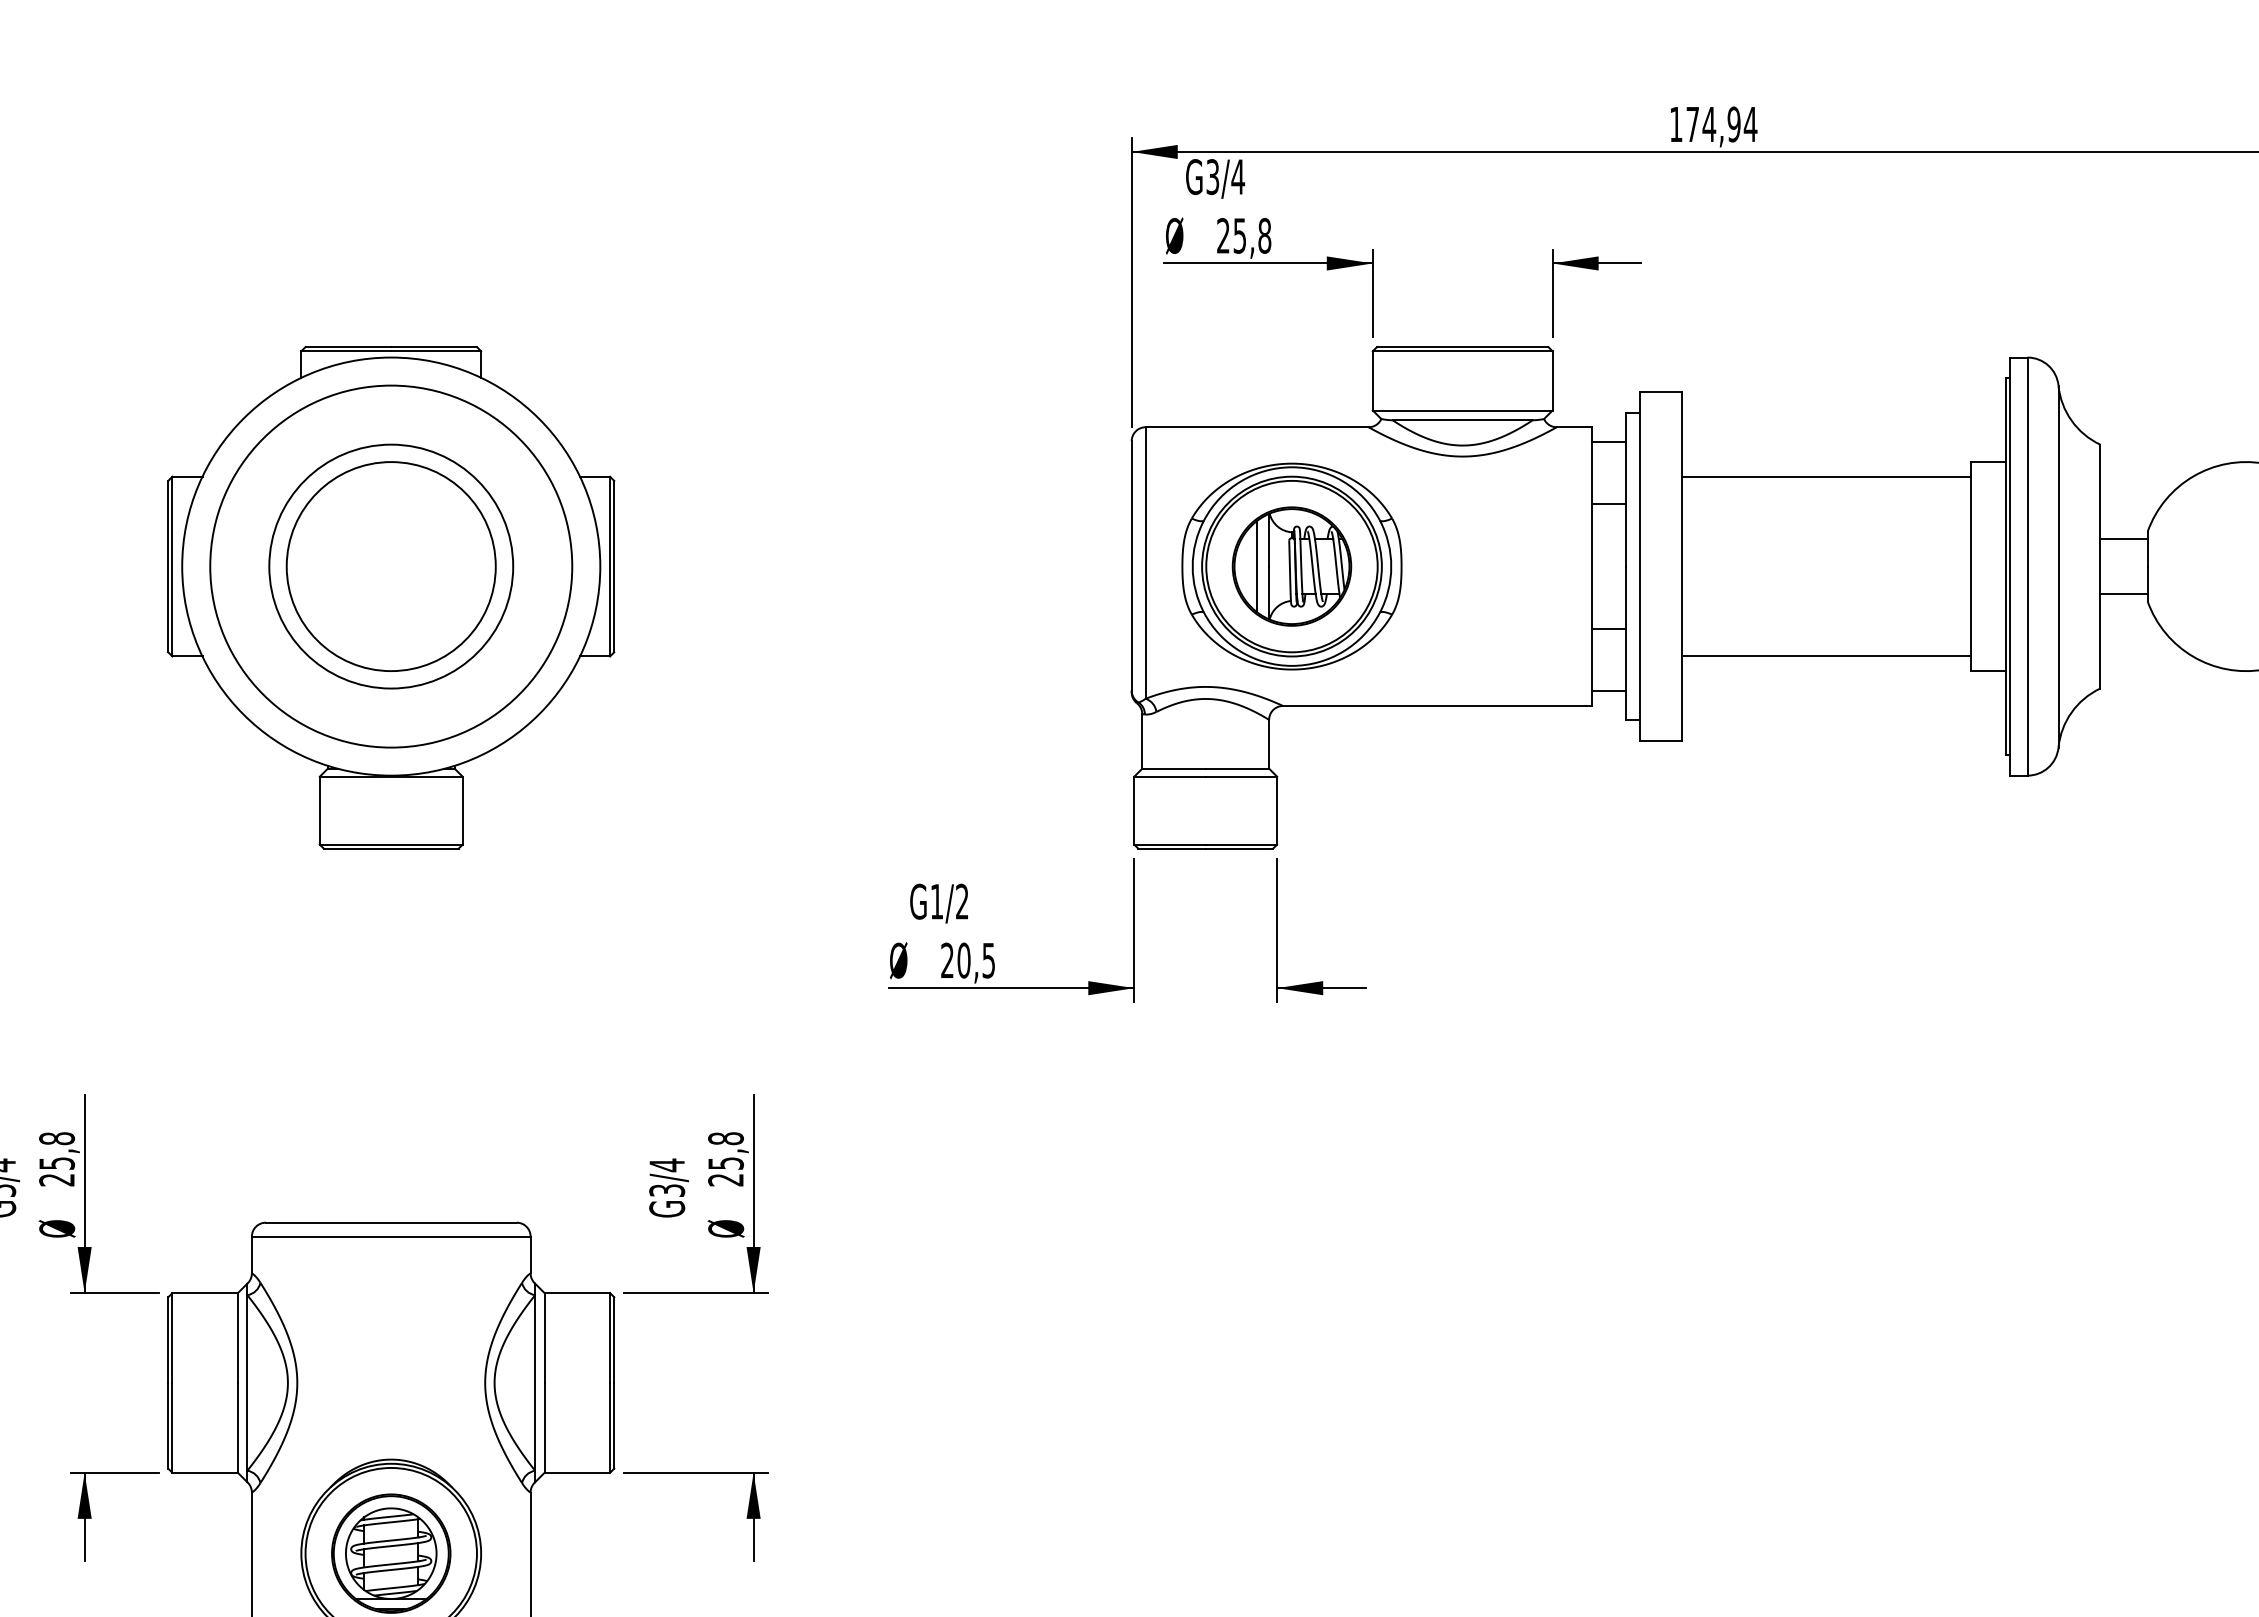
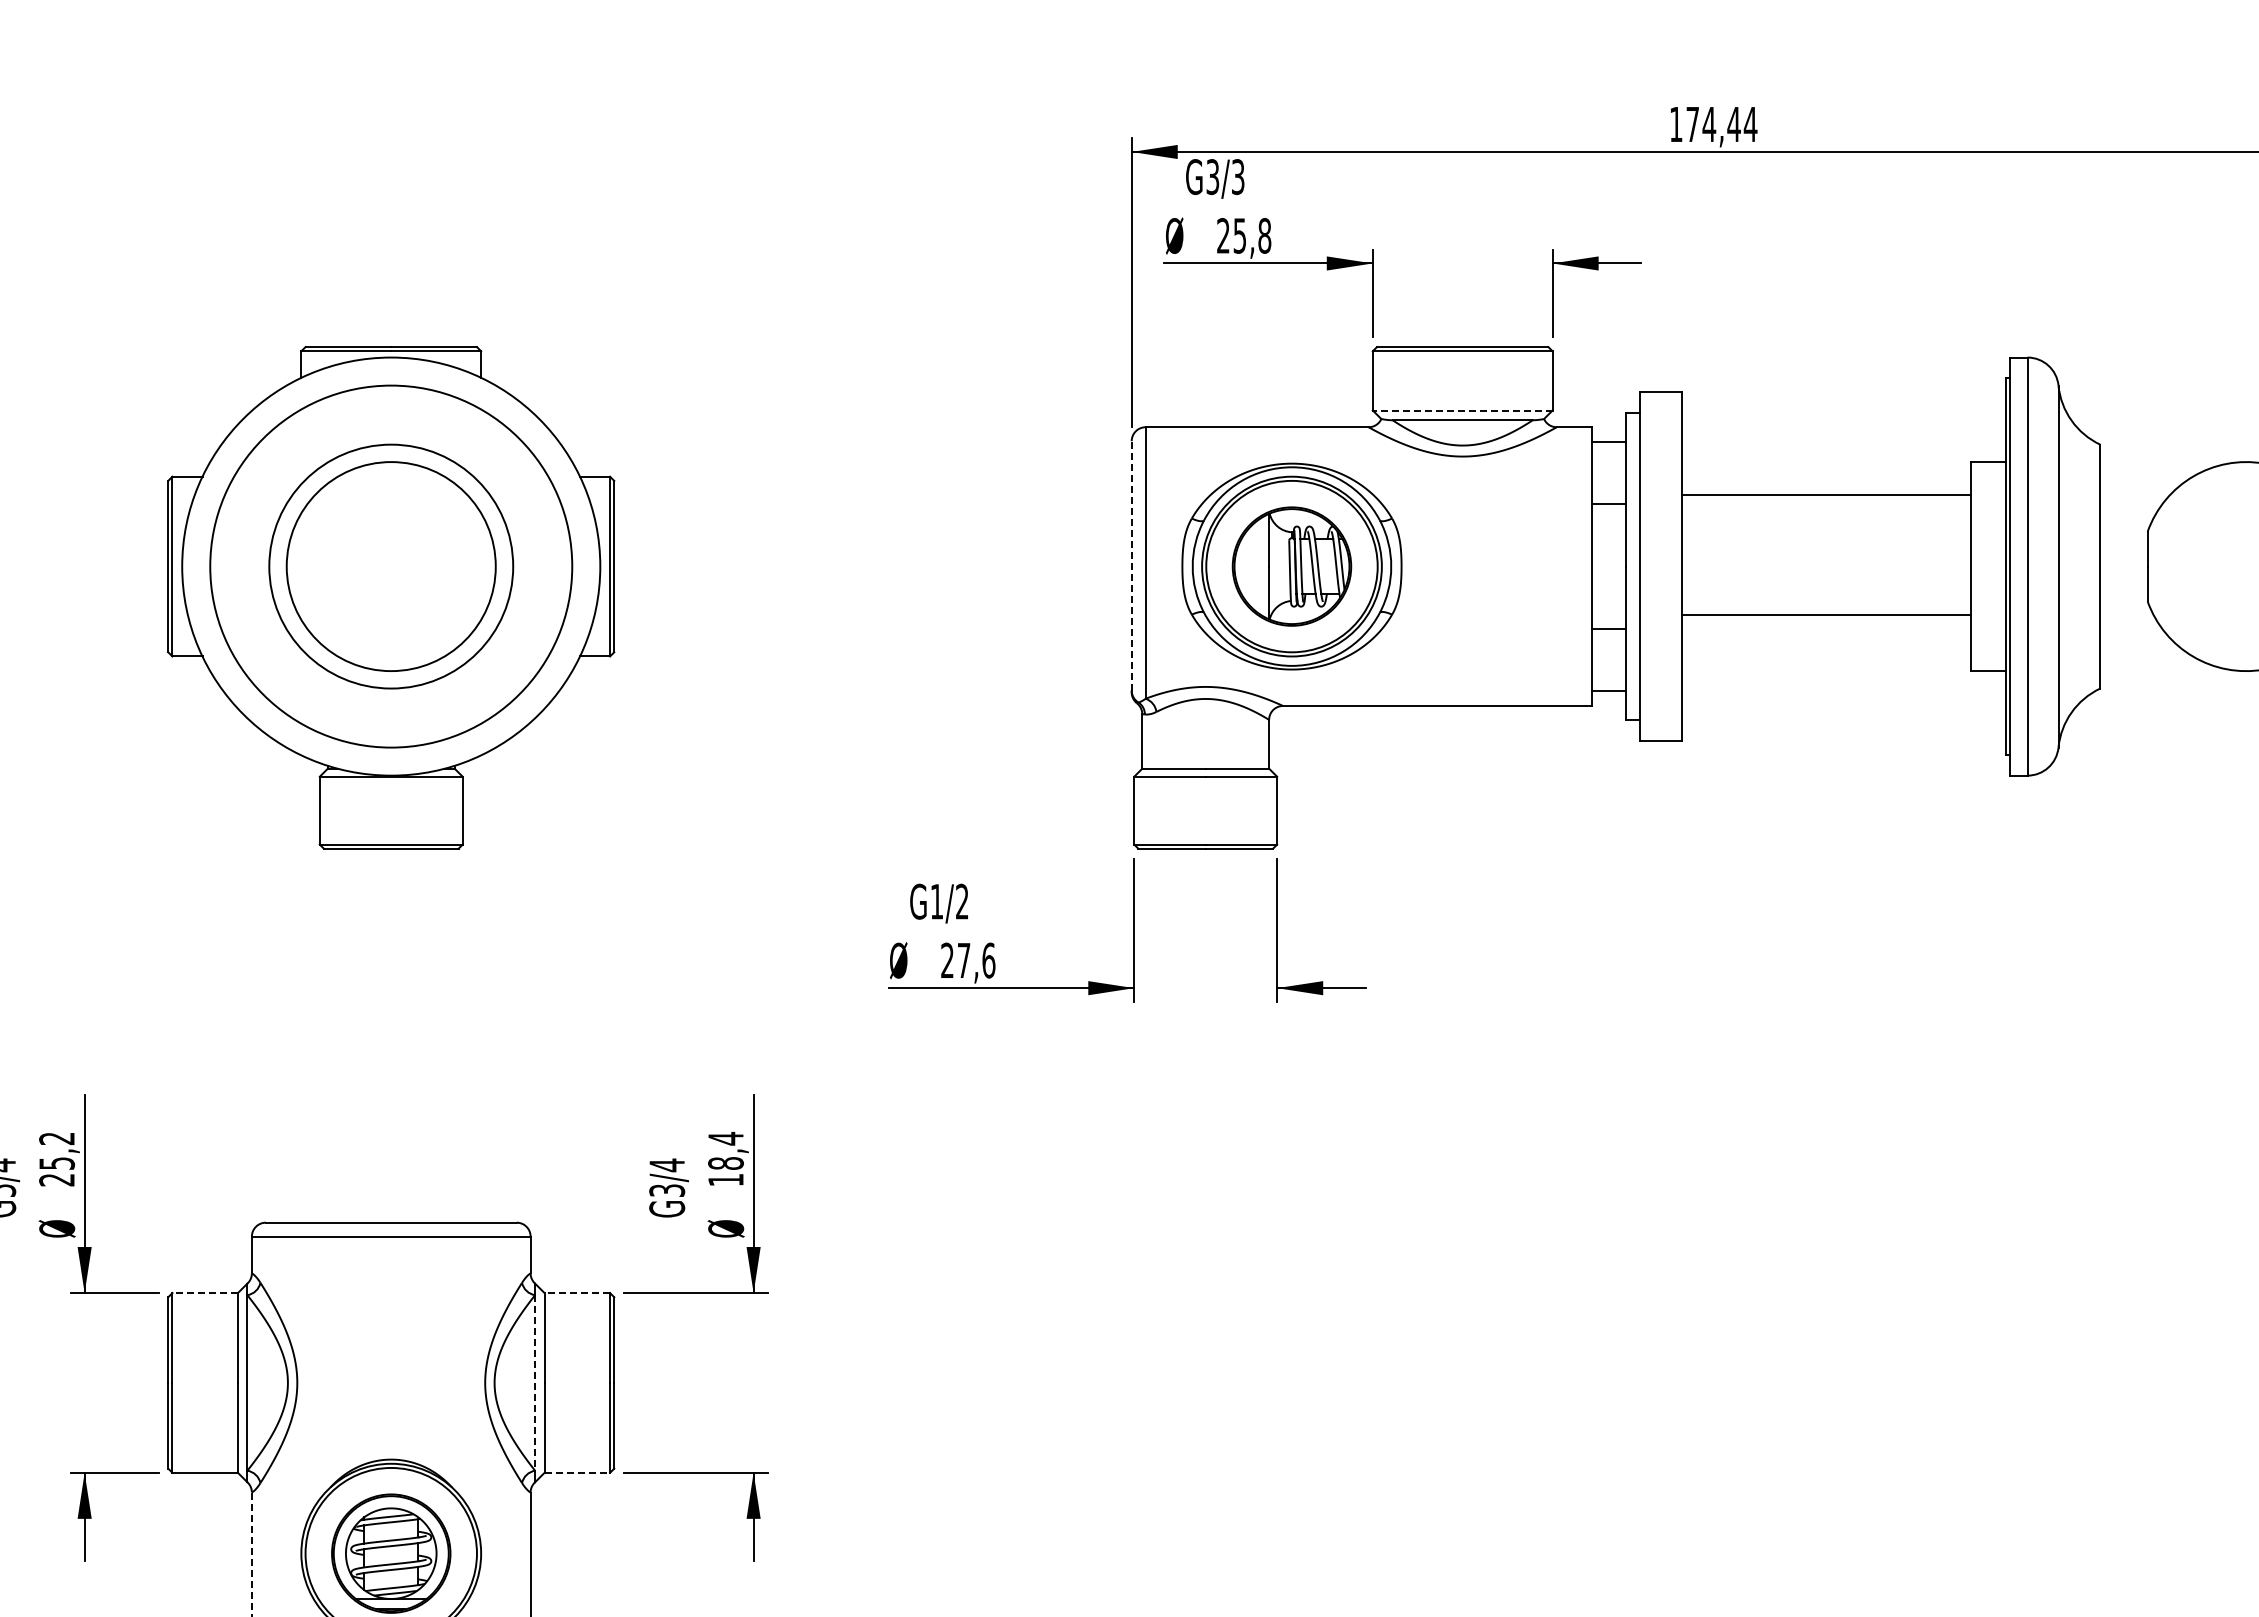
text at (1733, 124): 174,94 -> 174,44
text at (1238, 176): G3/4 -> G3/3
line at (1462, 410): solid -> dashed
line at (1826, 476) position: (1826, 476) -> (1826, 494)
line at (2123, 539): present -> none
line at (1131, 565): solid -> dashed
line at (1257, 566): present -> none
line at (2123, 593): present -> none
line at (1826, 656) position: (1826, 656) -> (1826, 615)
text at (976, 960): 20,5 -> 27,6
text at (57, 1138): 25,8 -> 25,2
text at (725, 1159): 25,8 -> 18,4
line at (205, 1293): solid -> dashed
line at (577, 1293): solid -> dashed
line at (535, 1382): solid -> dashed
line at (577, 1472): solid -> dashed
line at (251, 1555): solid -> dashed
